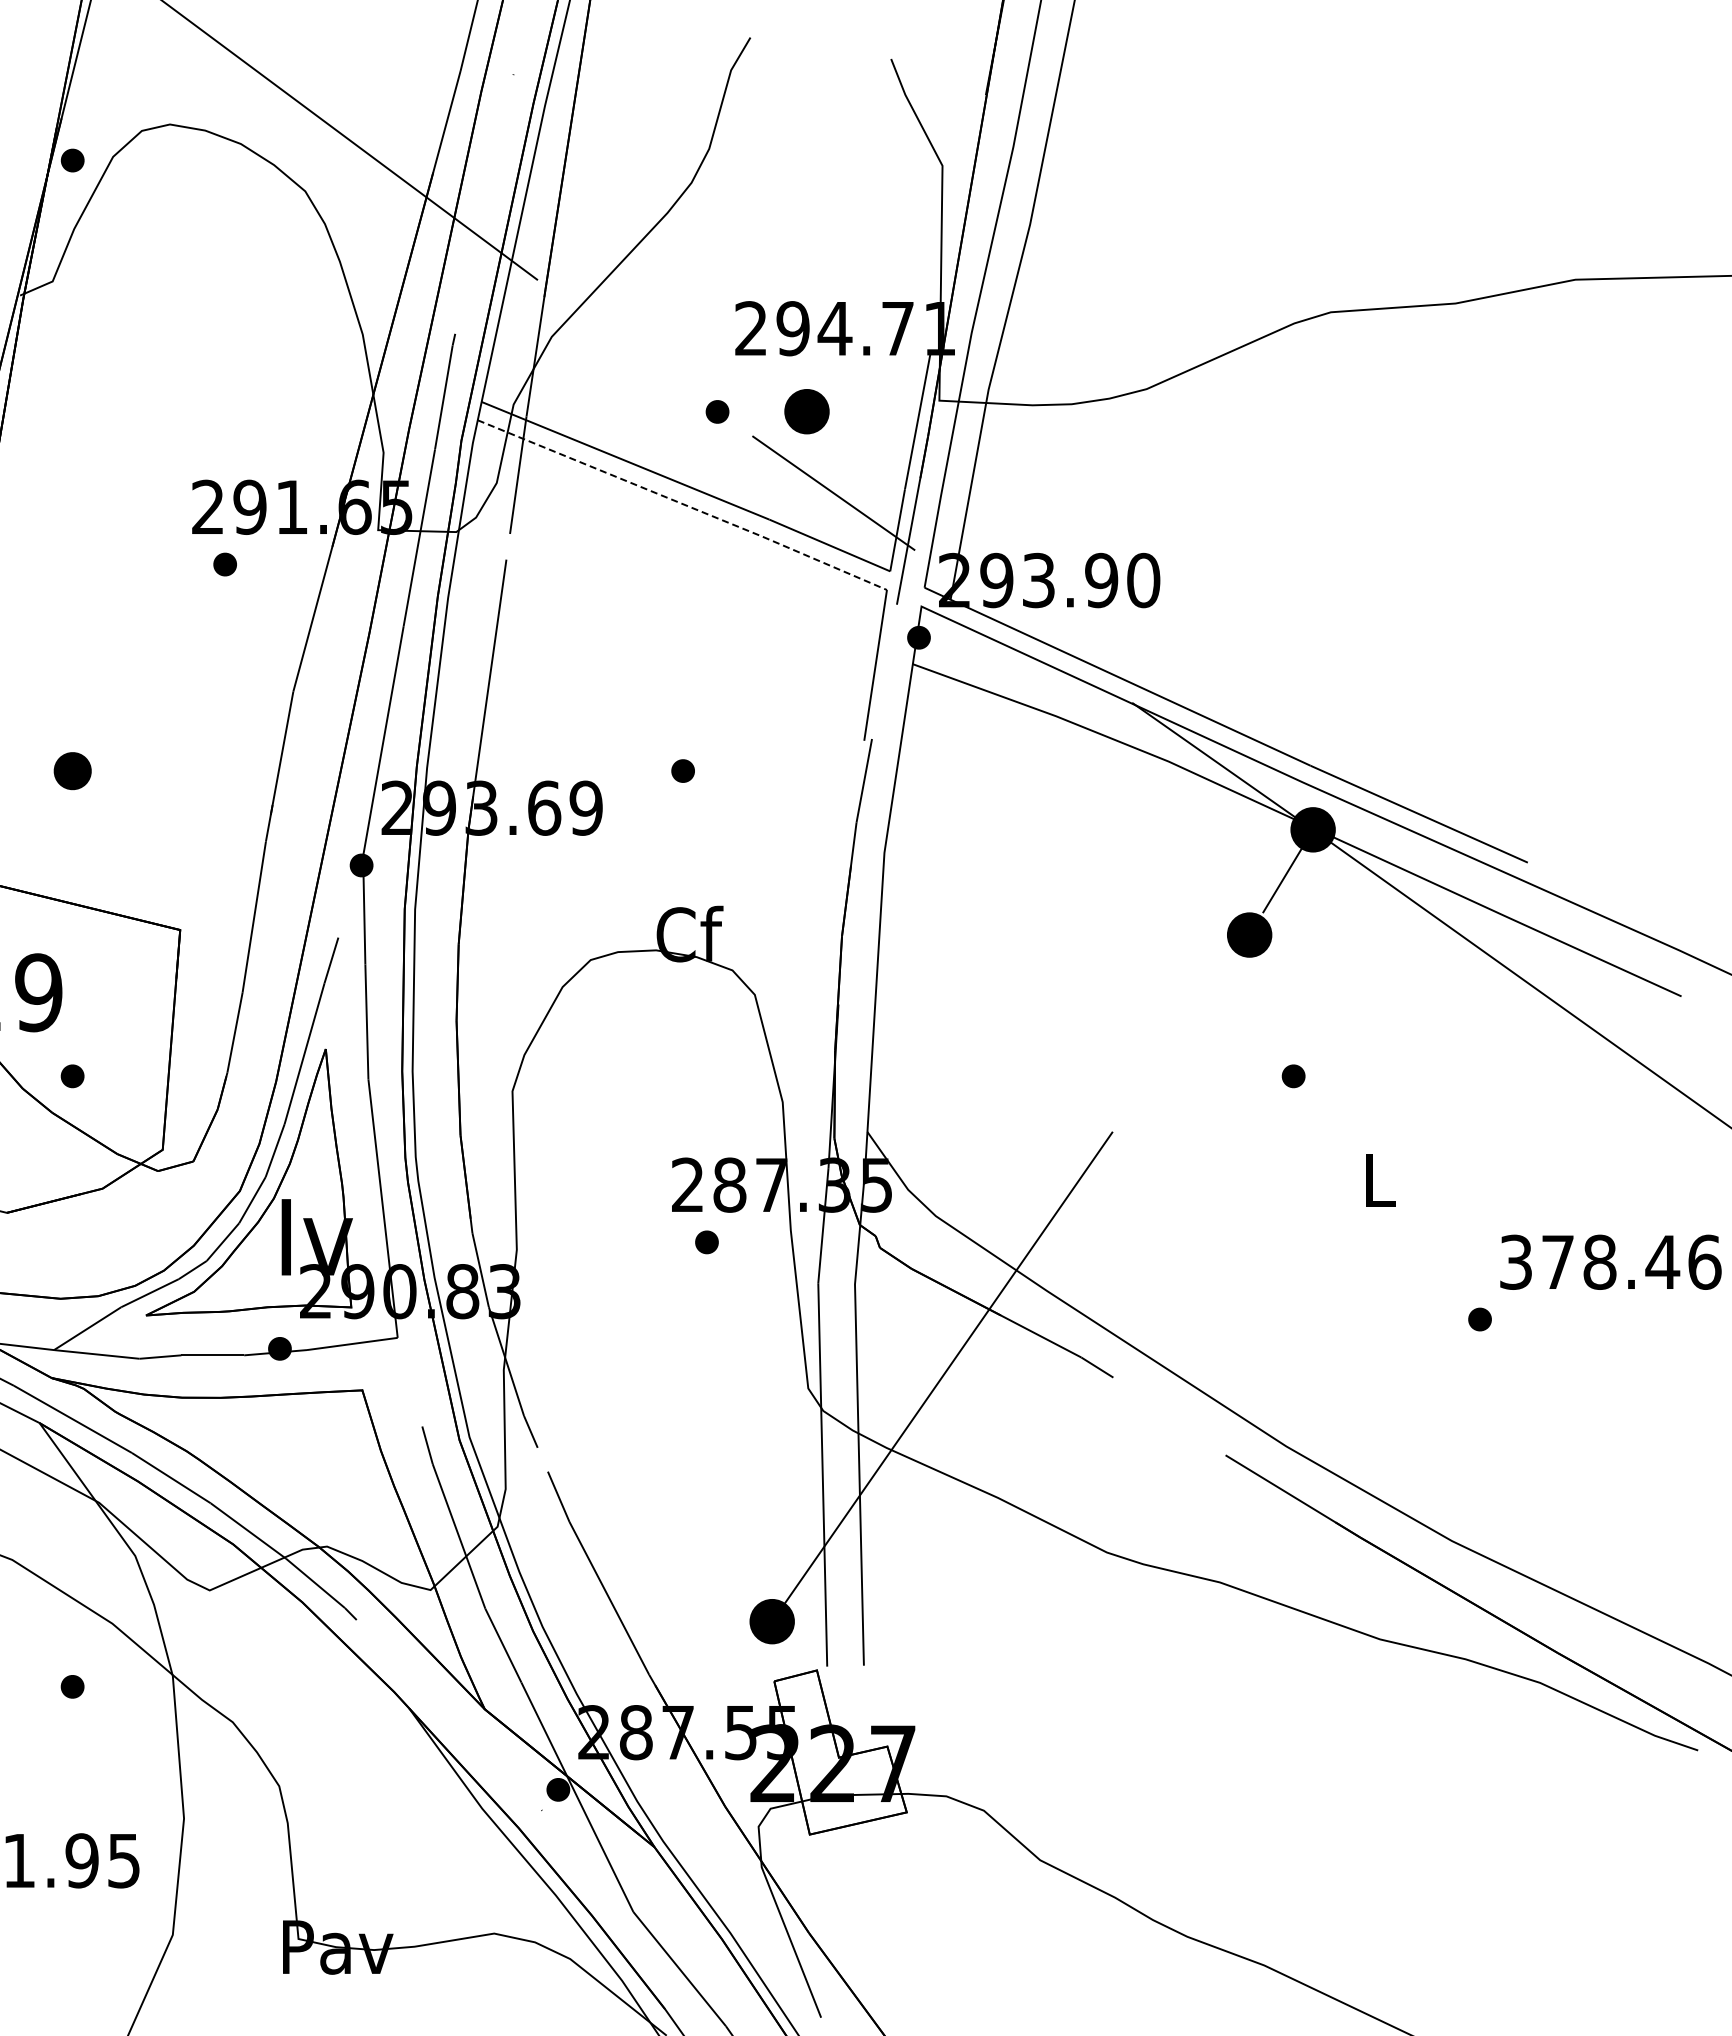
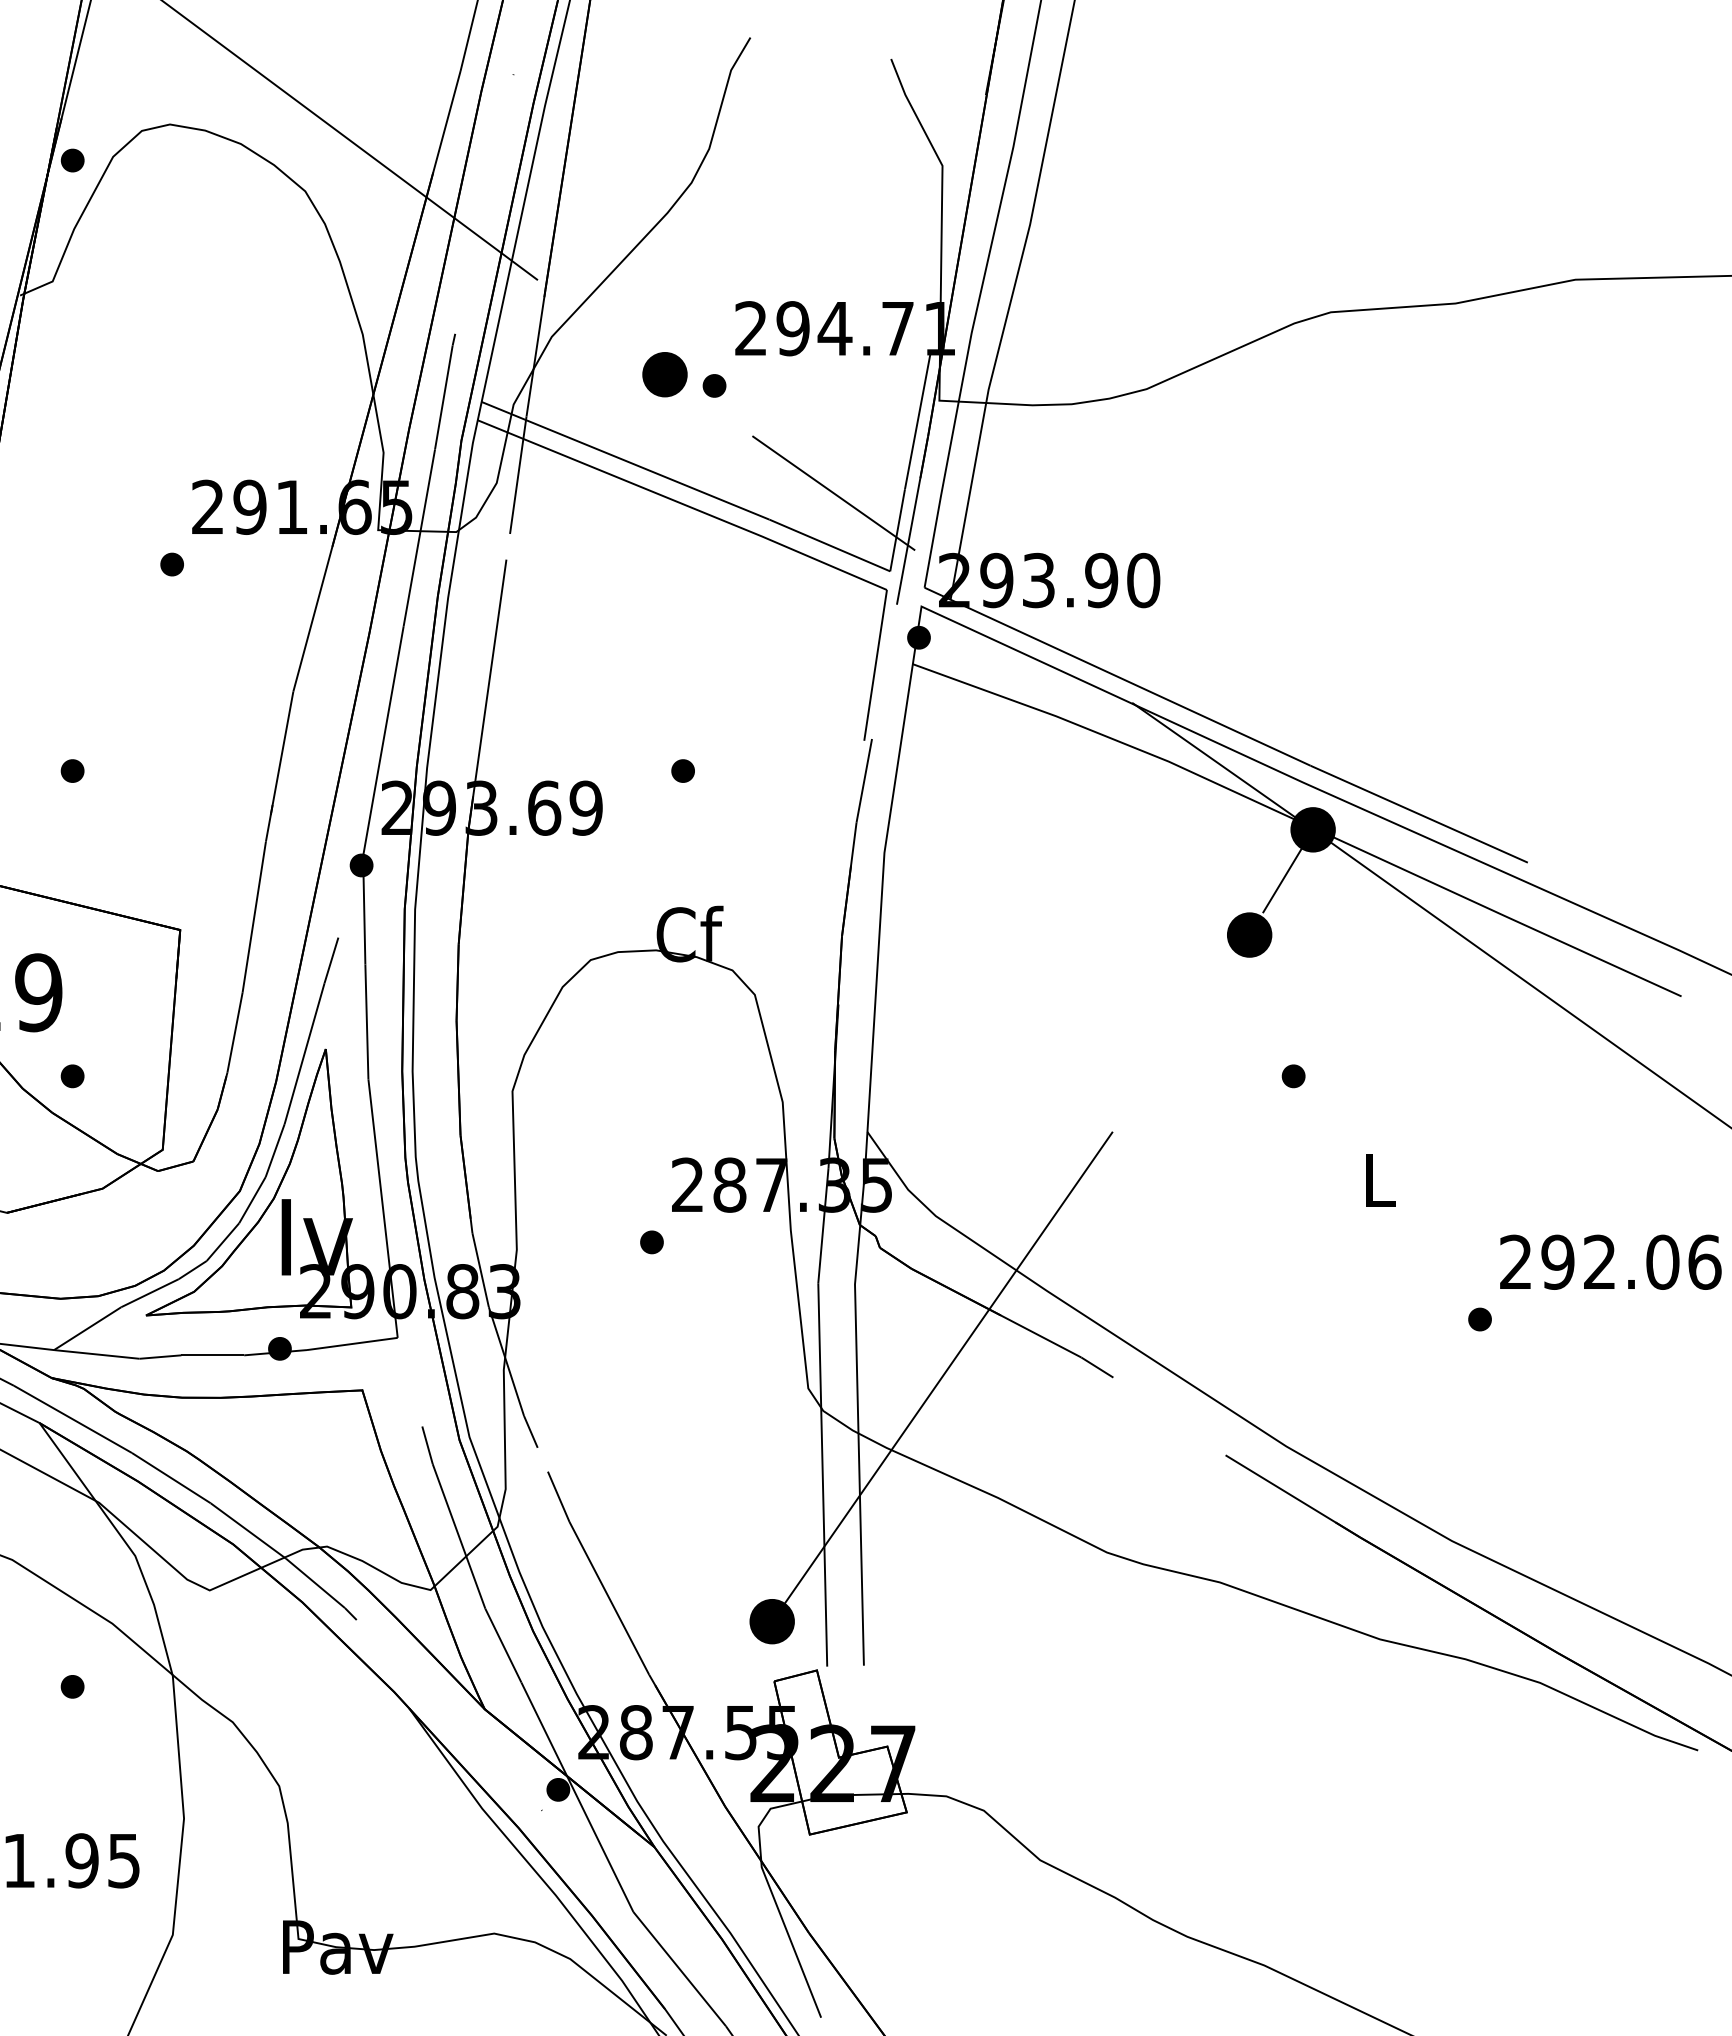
part at (717, 411) position: (717, 411) -> (714, 385)
part at (806, 411) position: (806, 411) -> (664, 374)
line at (683, 504): dashed -> solid
part at (224, 564) position: (224, 564) -> (171, 564)
part at (72, 771) size: 39x39 px -> 25x24 px
part at (706, 1242) position: (706, 1242) -> (651, 1242)
text at (1590, 1261): 378.46 -> 292.06
